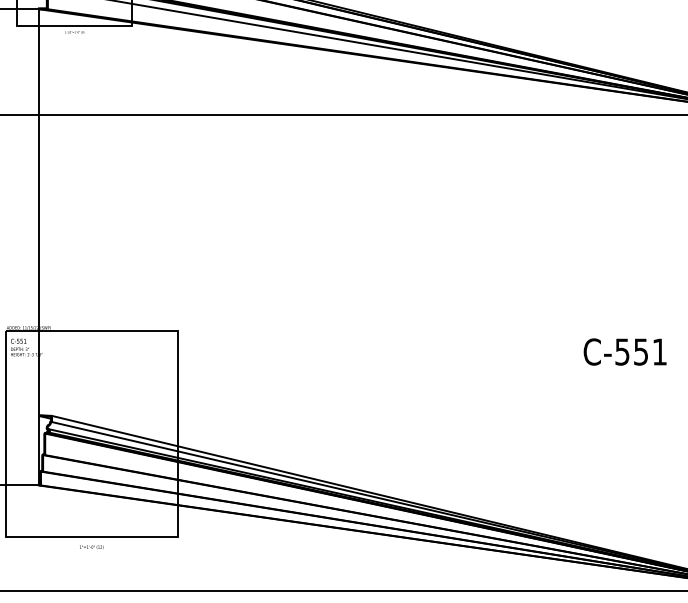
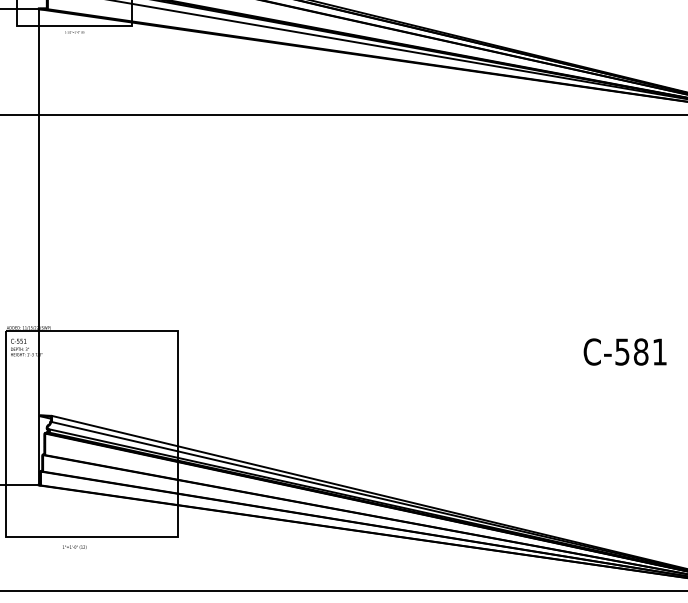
text at (640, 351): C-551 -> C-581
text at (91, 547) position: (91, 547) -> (74, 547)
